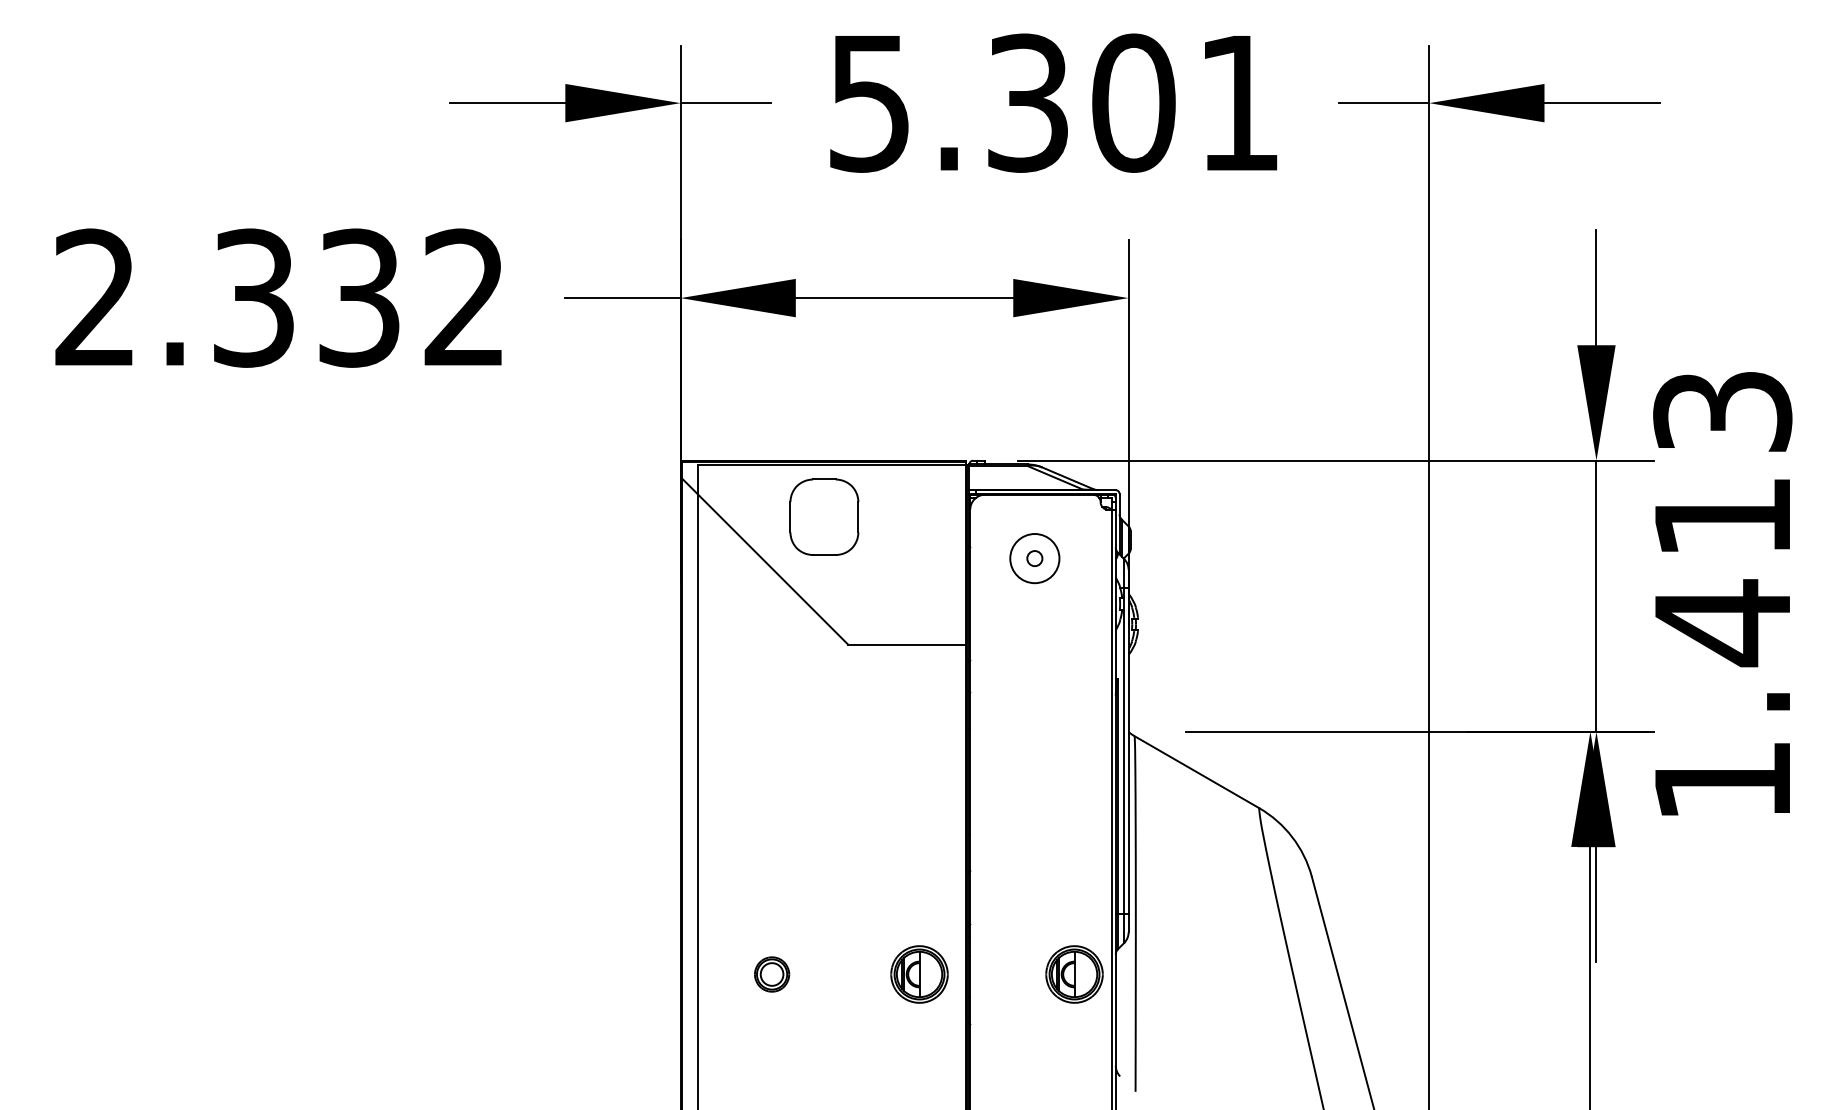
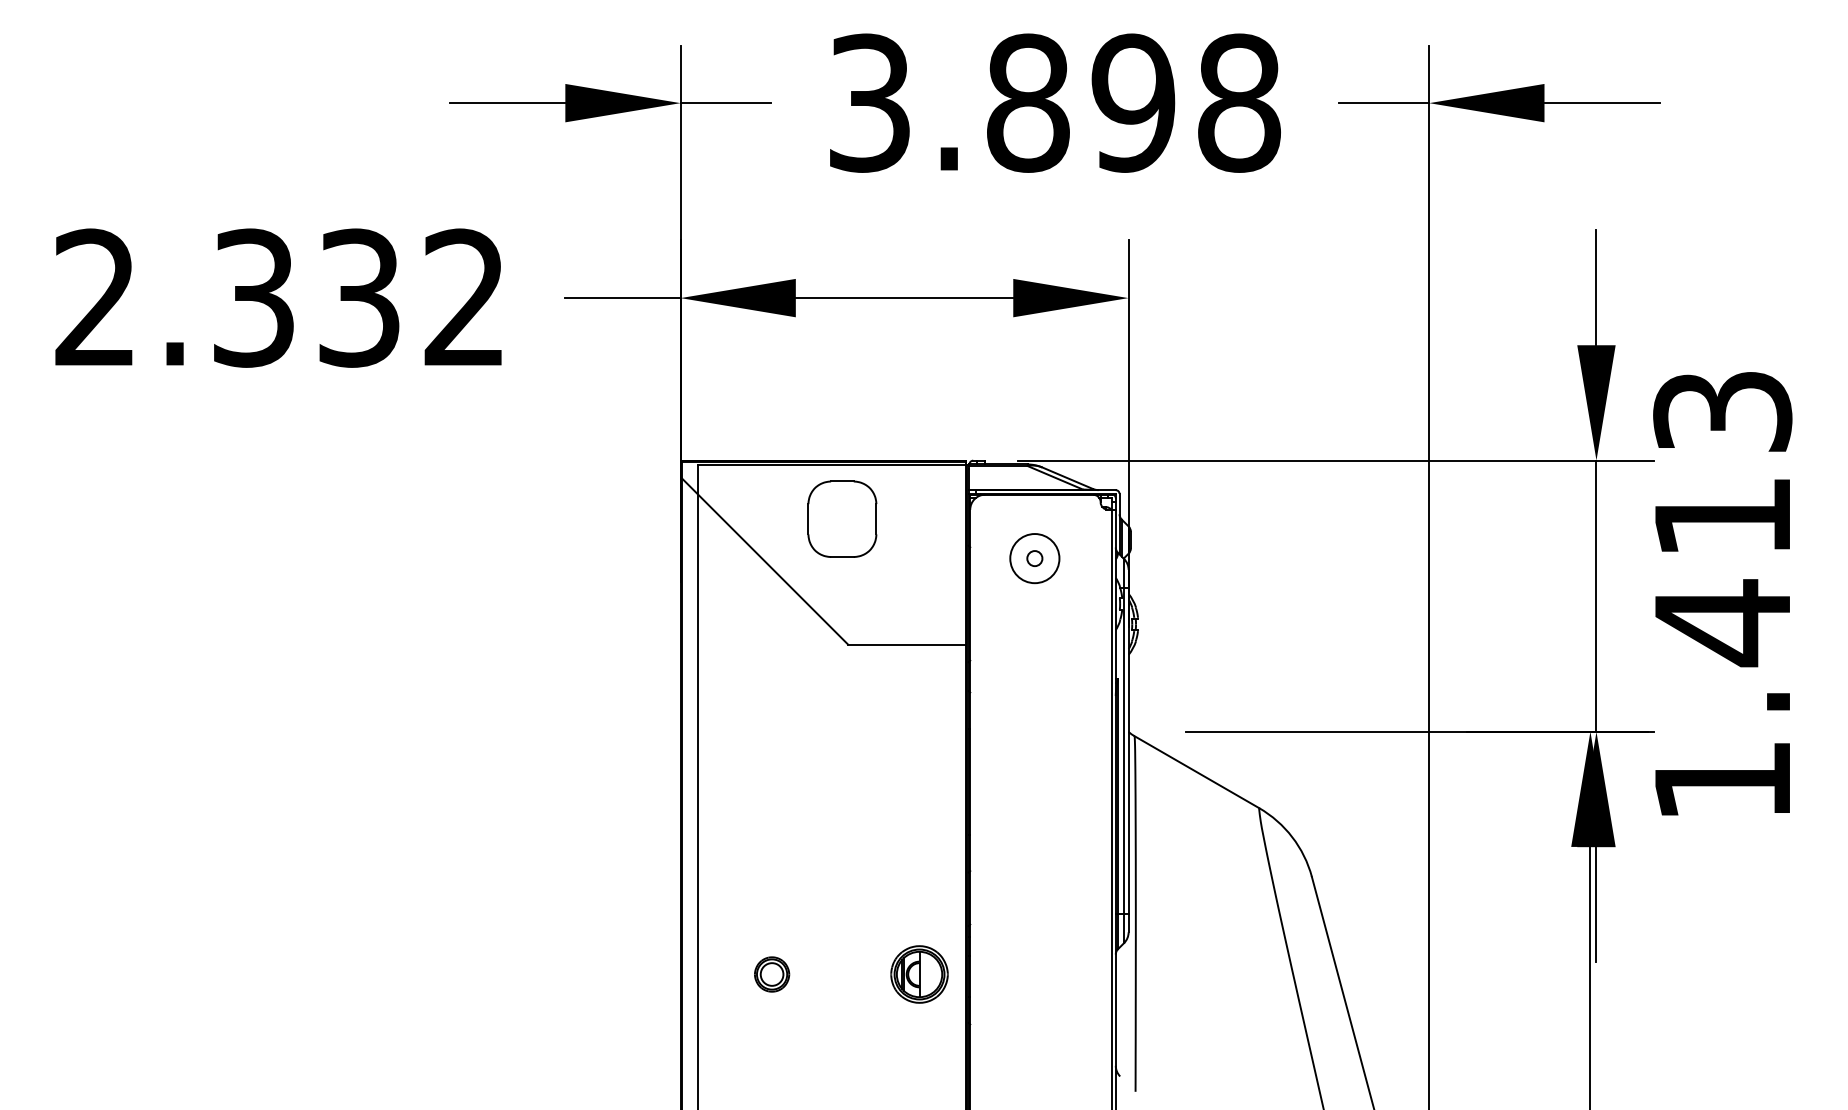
text at (1055, 102): 5.301 -> 3.898
part at (824, 516) position: (824, 516) -> (842, 518)
part at (1074, 974): present -> none
